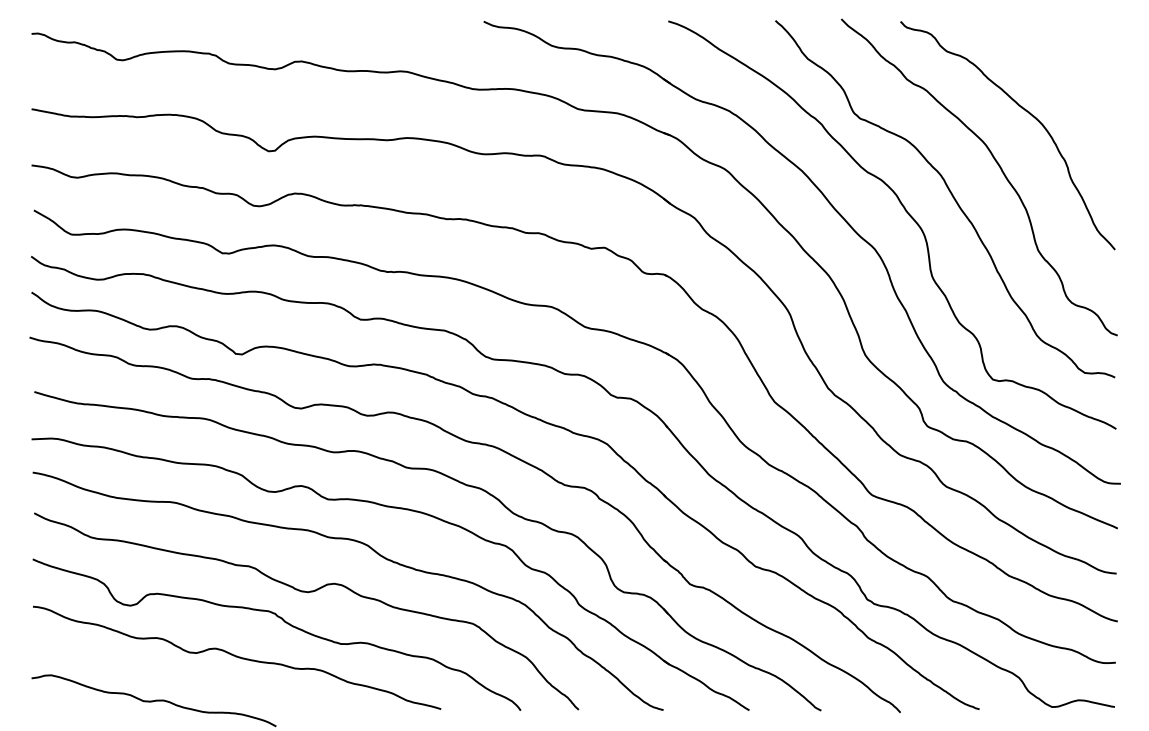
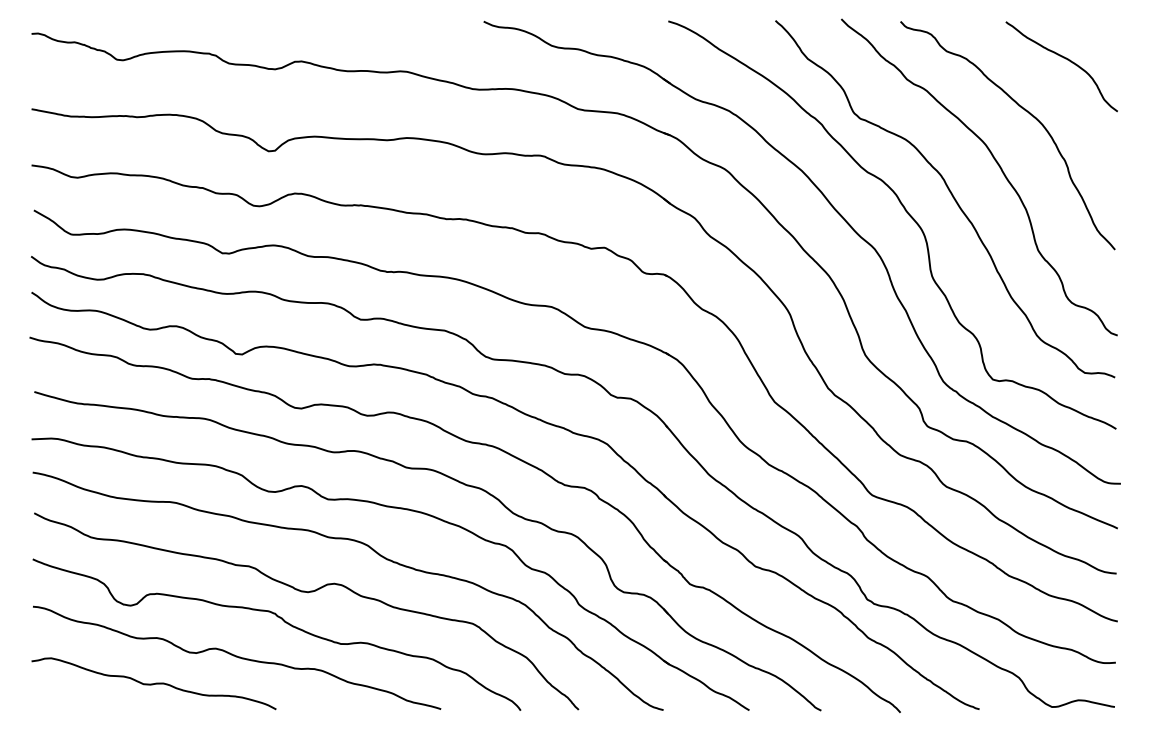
curve at (1065, 59): none -> present
curve at (153, 700) position: (153, 700) -> (153, 683)
